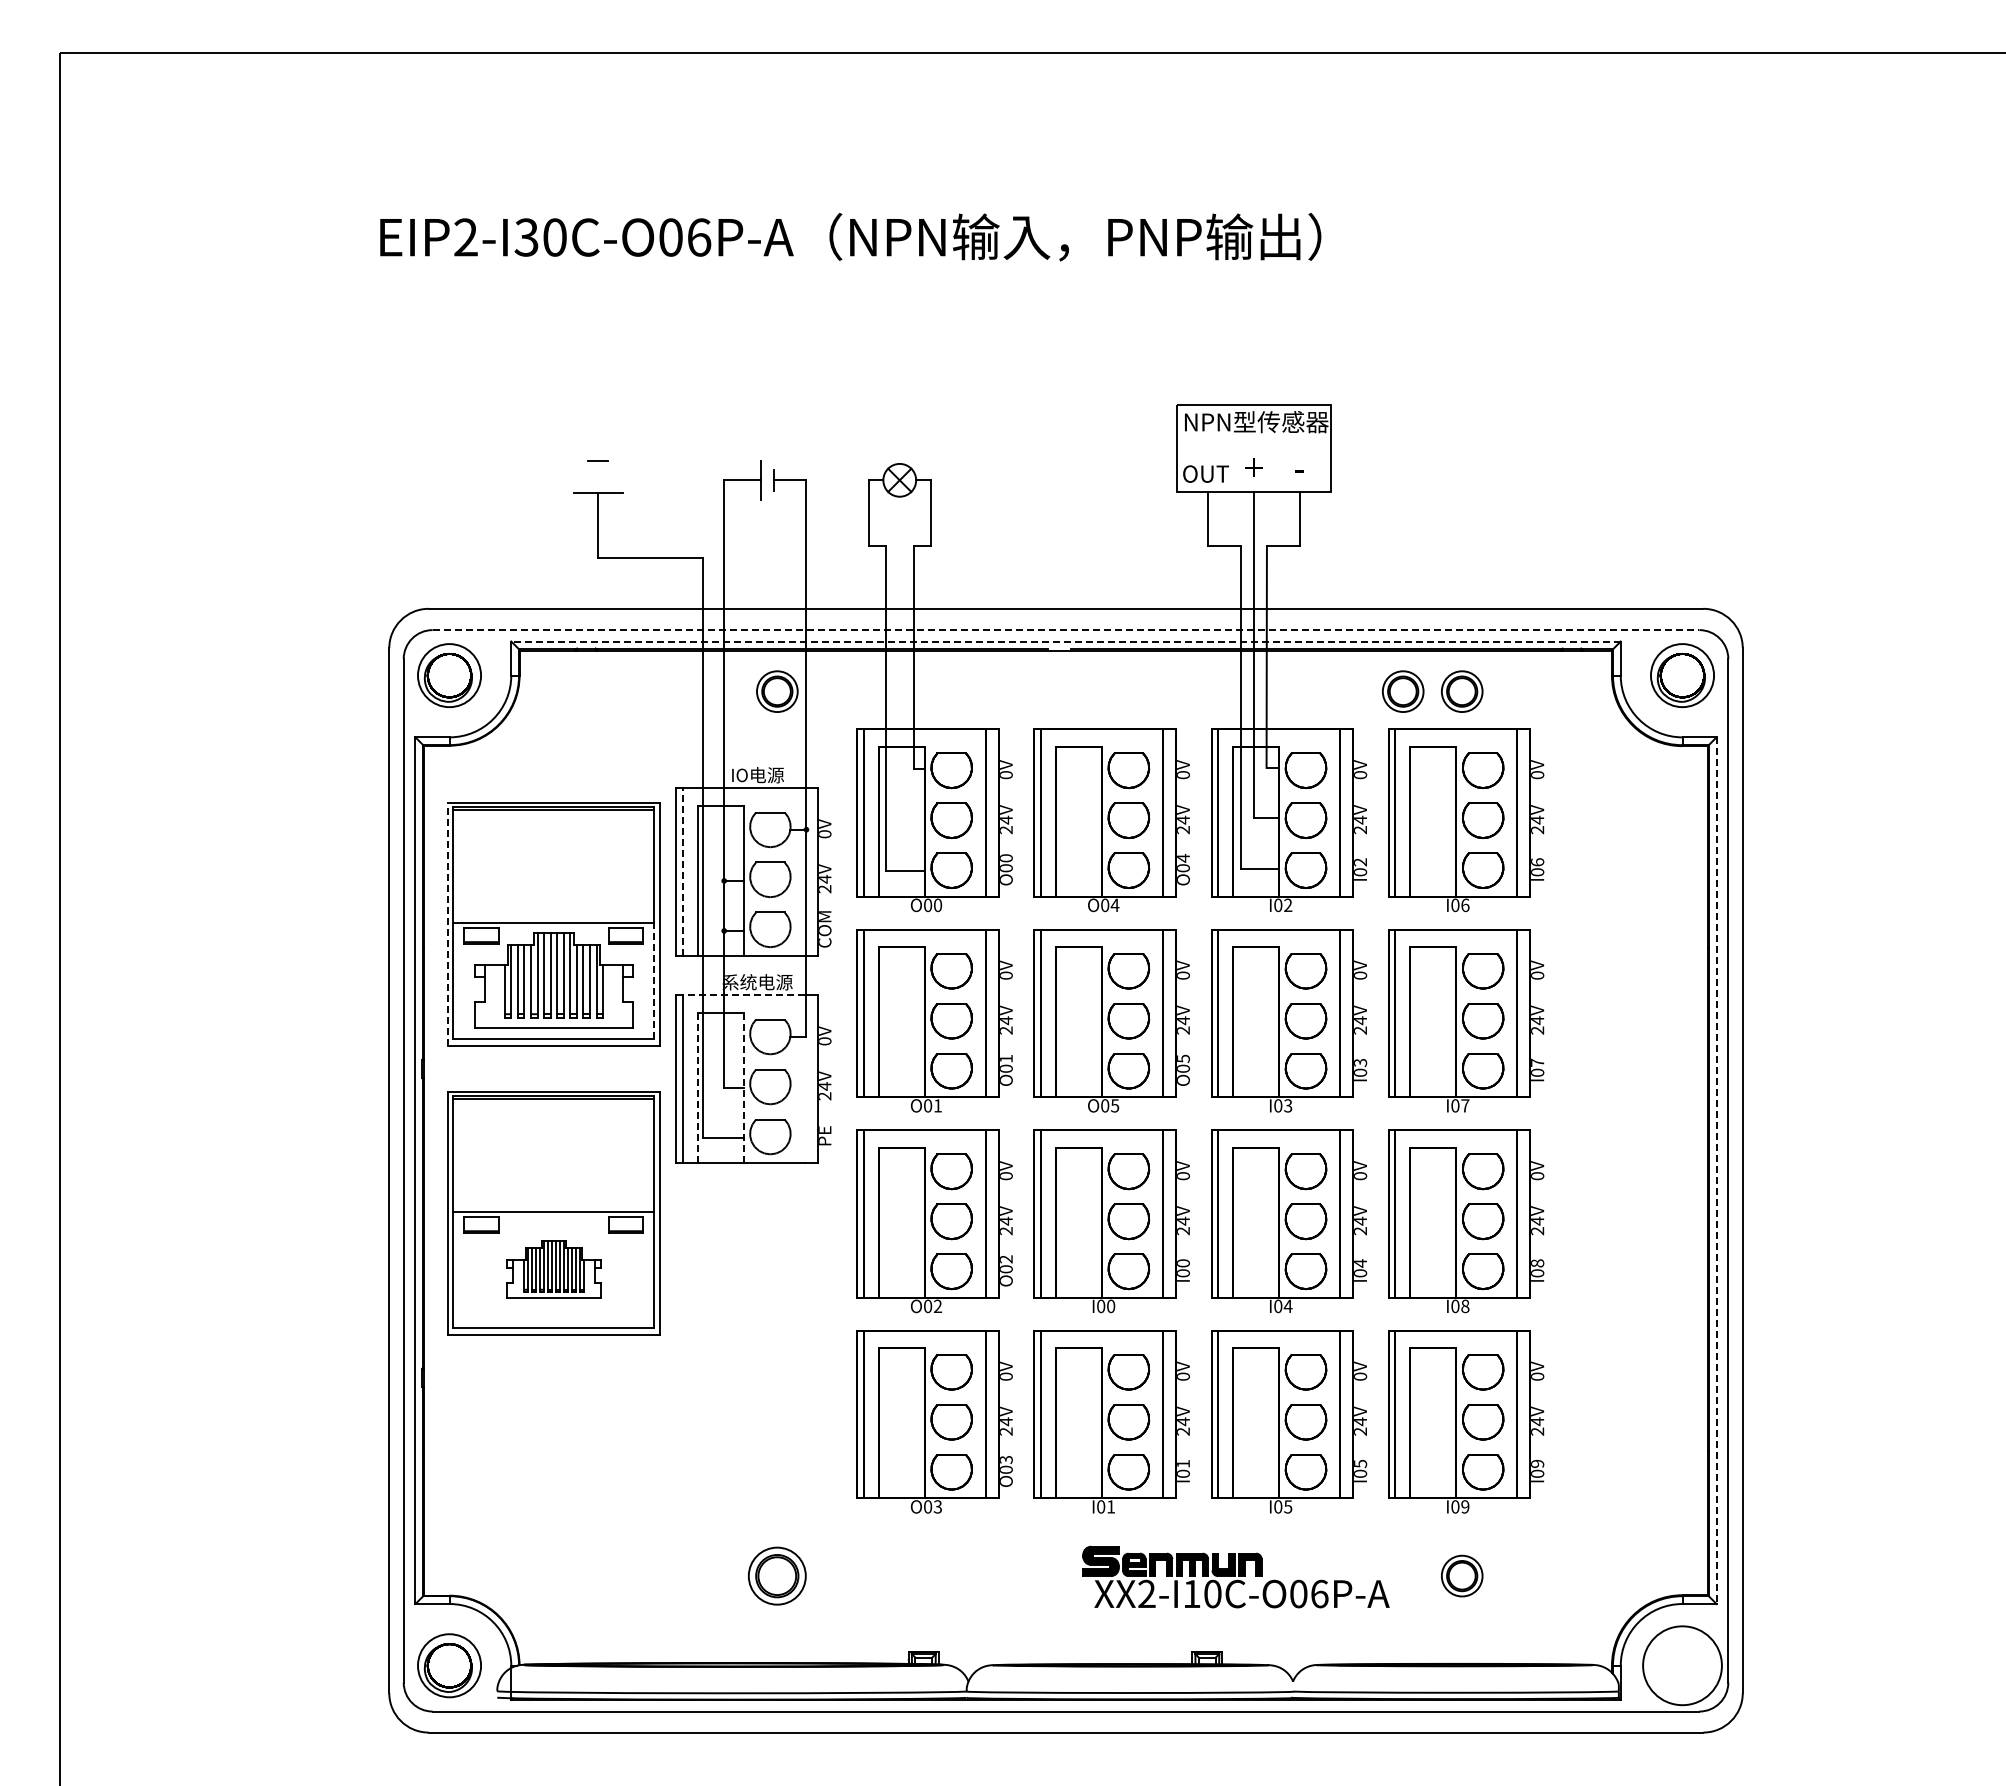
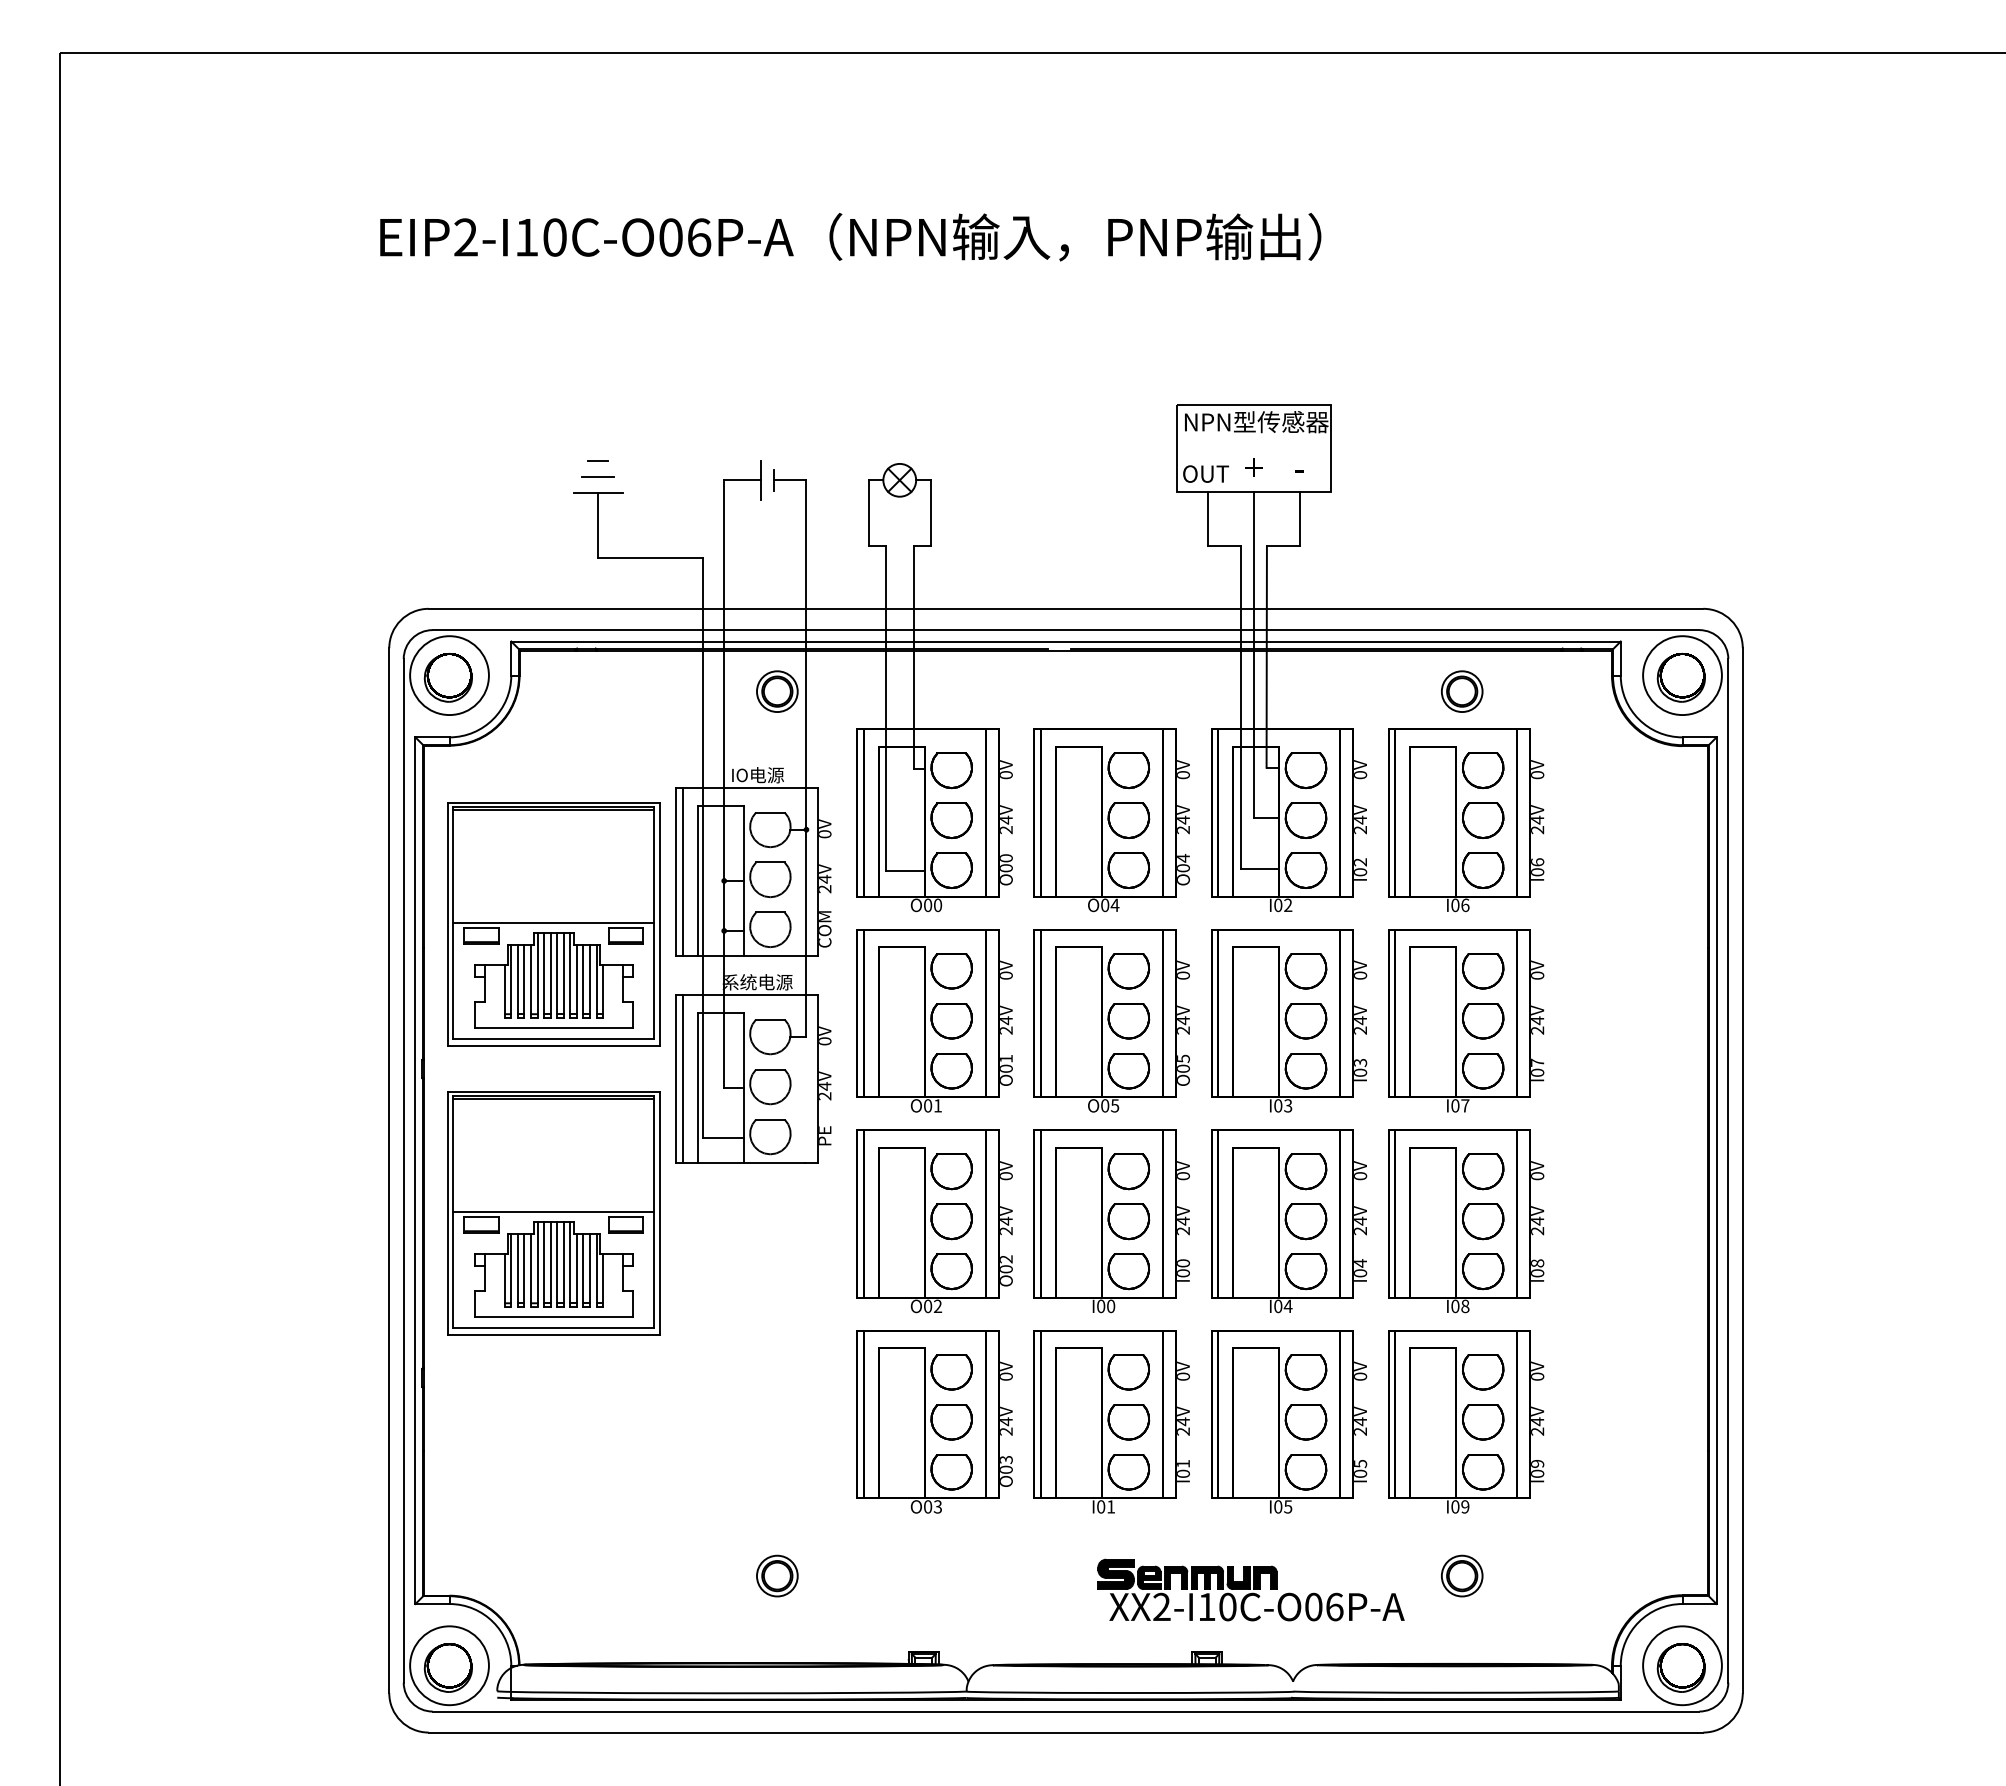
text at (526, 237): EIP2-I30C-O06P-A -> EIP2-I10C-O06P-A
line at (597, 477): none -> present
line at (1066, 630): dashed -> solid
line at (1066, 641): dashed -> solid
circle at (449, 675) diameter: 63 px -> 79 px
circle at (1682, 675) diameter: 63 px -> 79 px
part at (1403, 691): present -> none
line at (682, 872): dashed -> solid
line at (448, 924): dashed -> solid
line at (654, 980): dashed -> solid
line at (743, 995): dashed -> solid
line at (697, 1088): dashed -> solid
line at (743, 1088): dashed -> solid
line at (1716, 1171): dashed -> solid
part at (553, 1269) size: 96x59 px -> 160x97 px
part at (776, 1575) size: 60x60 px -> 43x44 px
part at (1235, 1576) position: (1235, 1576) -> (1250, 1589)
circle at (449, 1665) diameter: 63 px -> 79 px
part at (1680, 1667): none -> present
